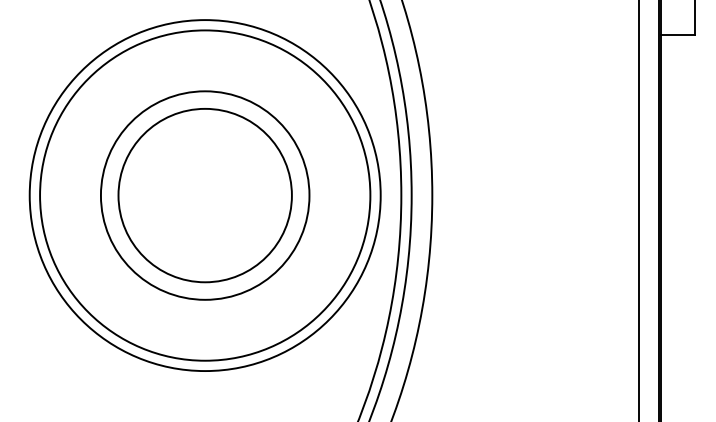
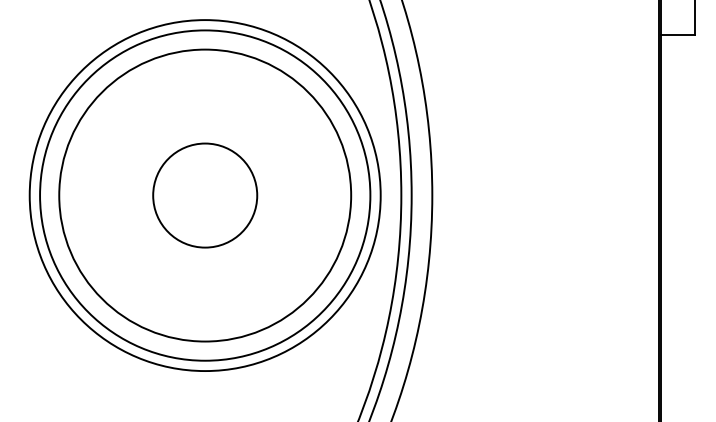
circle at (204, 195) diameter: 173 px -> 104 px
circle at (204, 195) diameter: 209 px -> 292 px
line at (638, 210): present -> none
